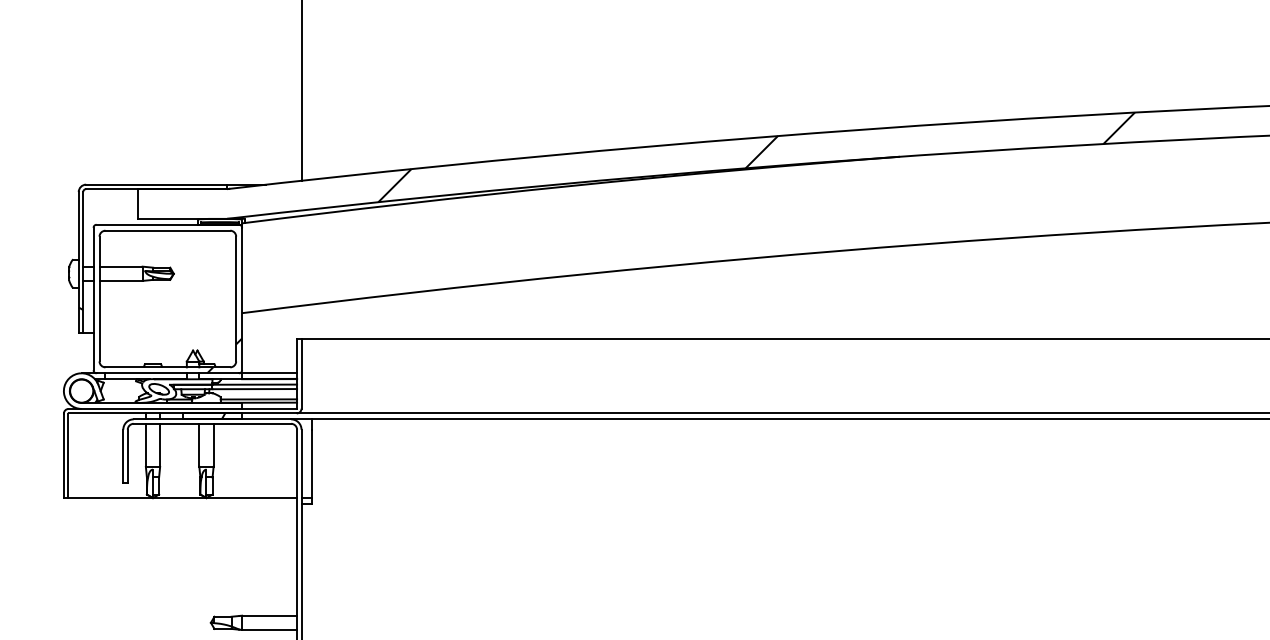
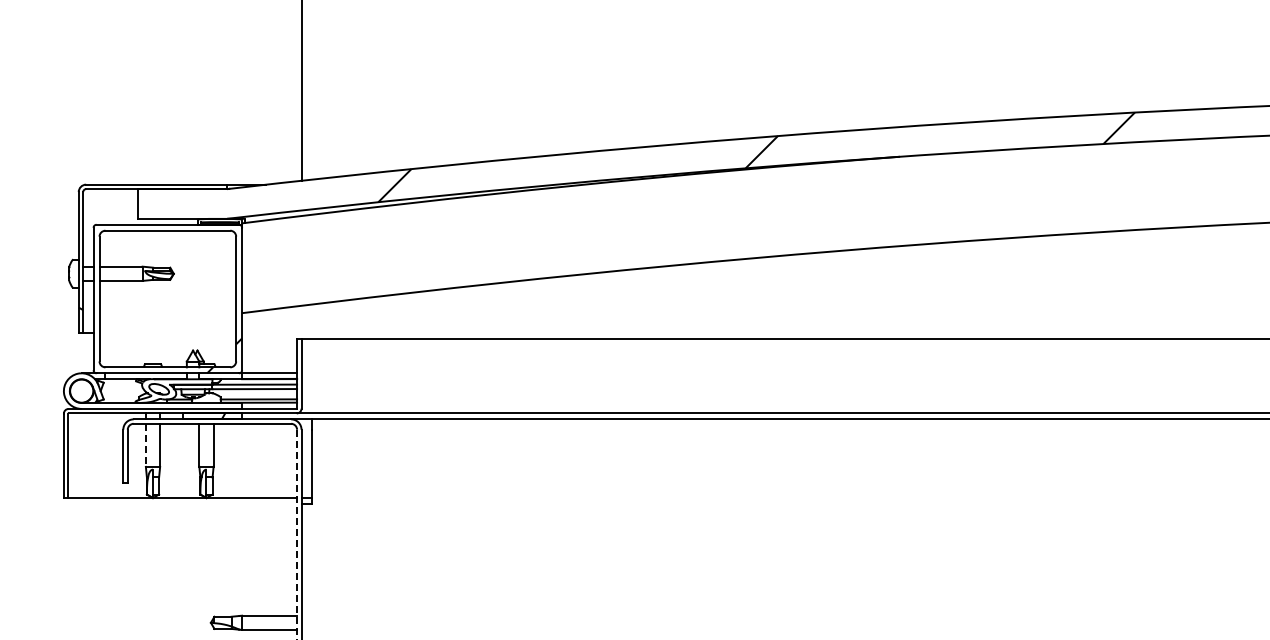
line at (145, 445): solid -> dashed
line at (297, 534): solid -> dashed
